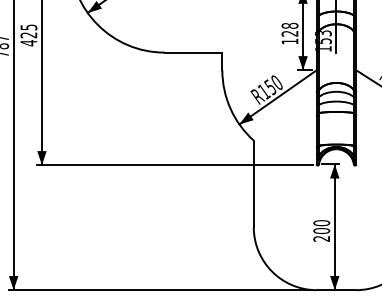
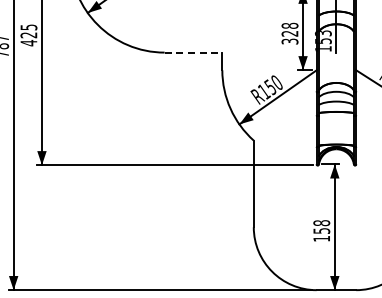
text at (289, 41): 128 -> 328
line at (193, 52): solid -> dashed
text at (321, 230): 200 -> 158
